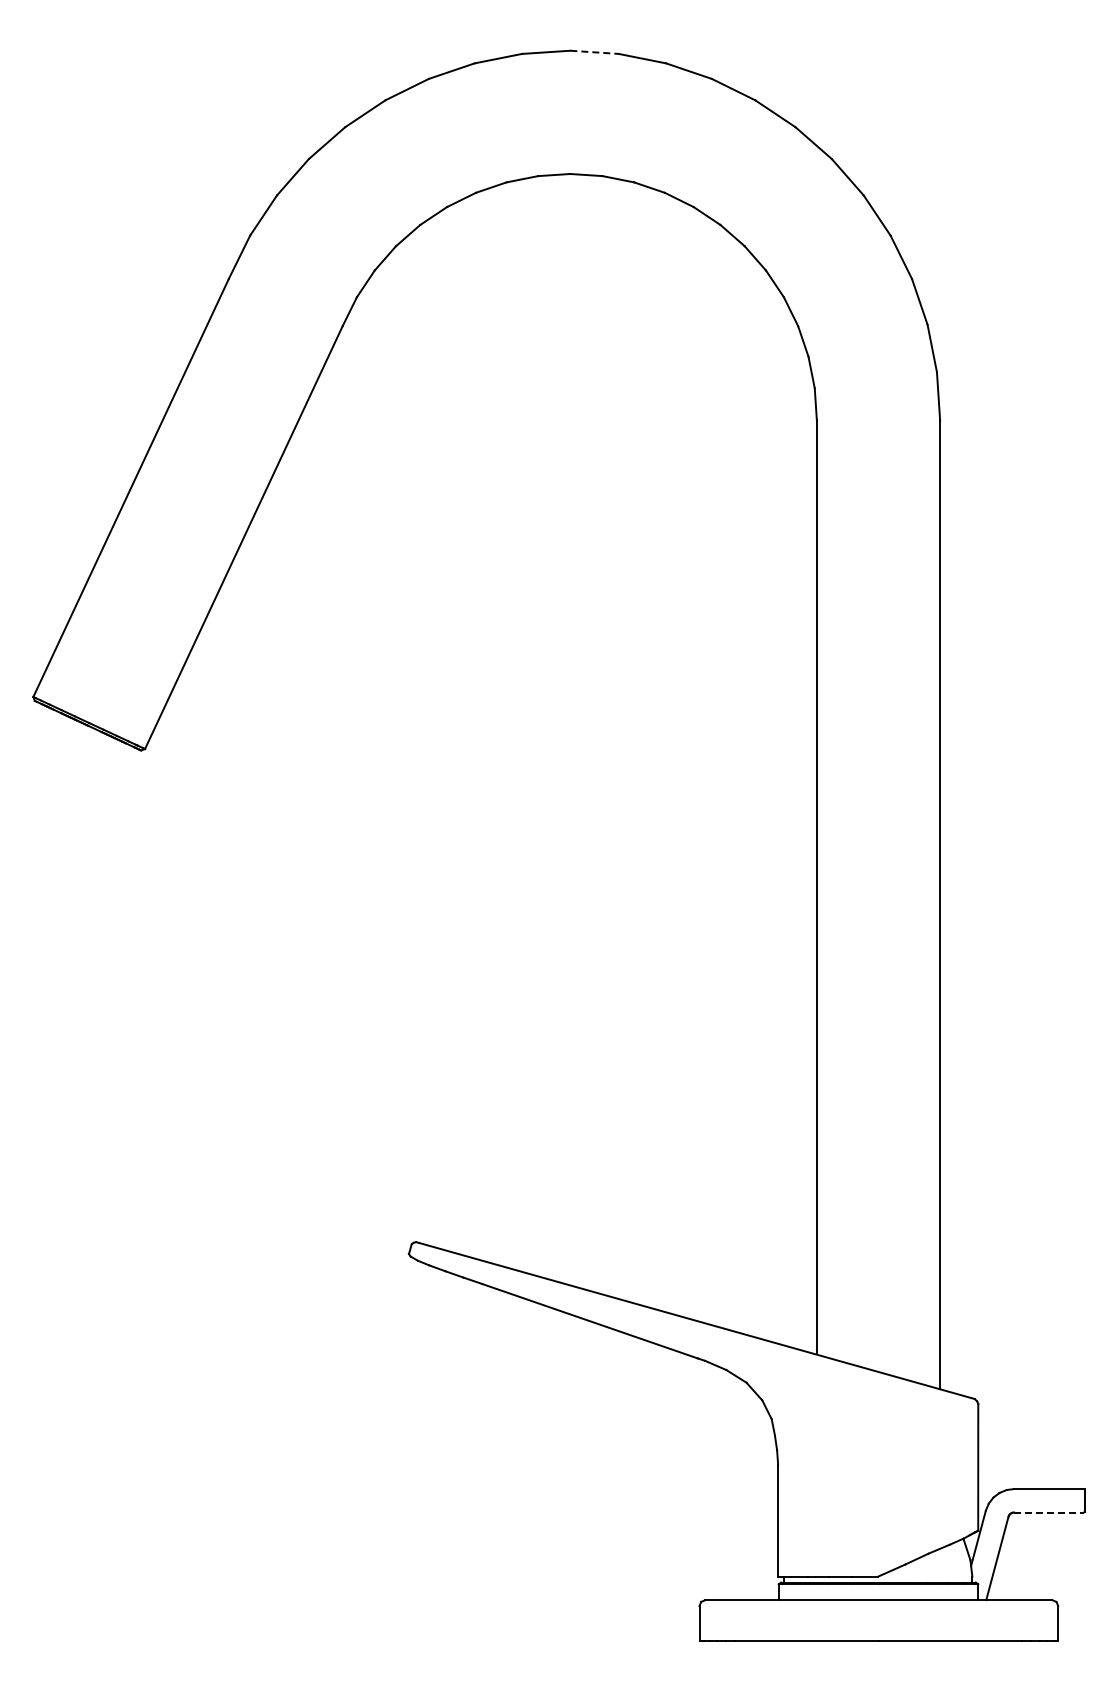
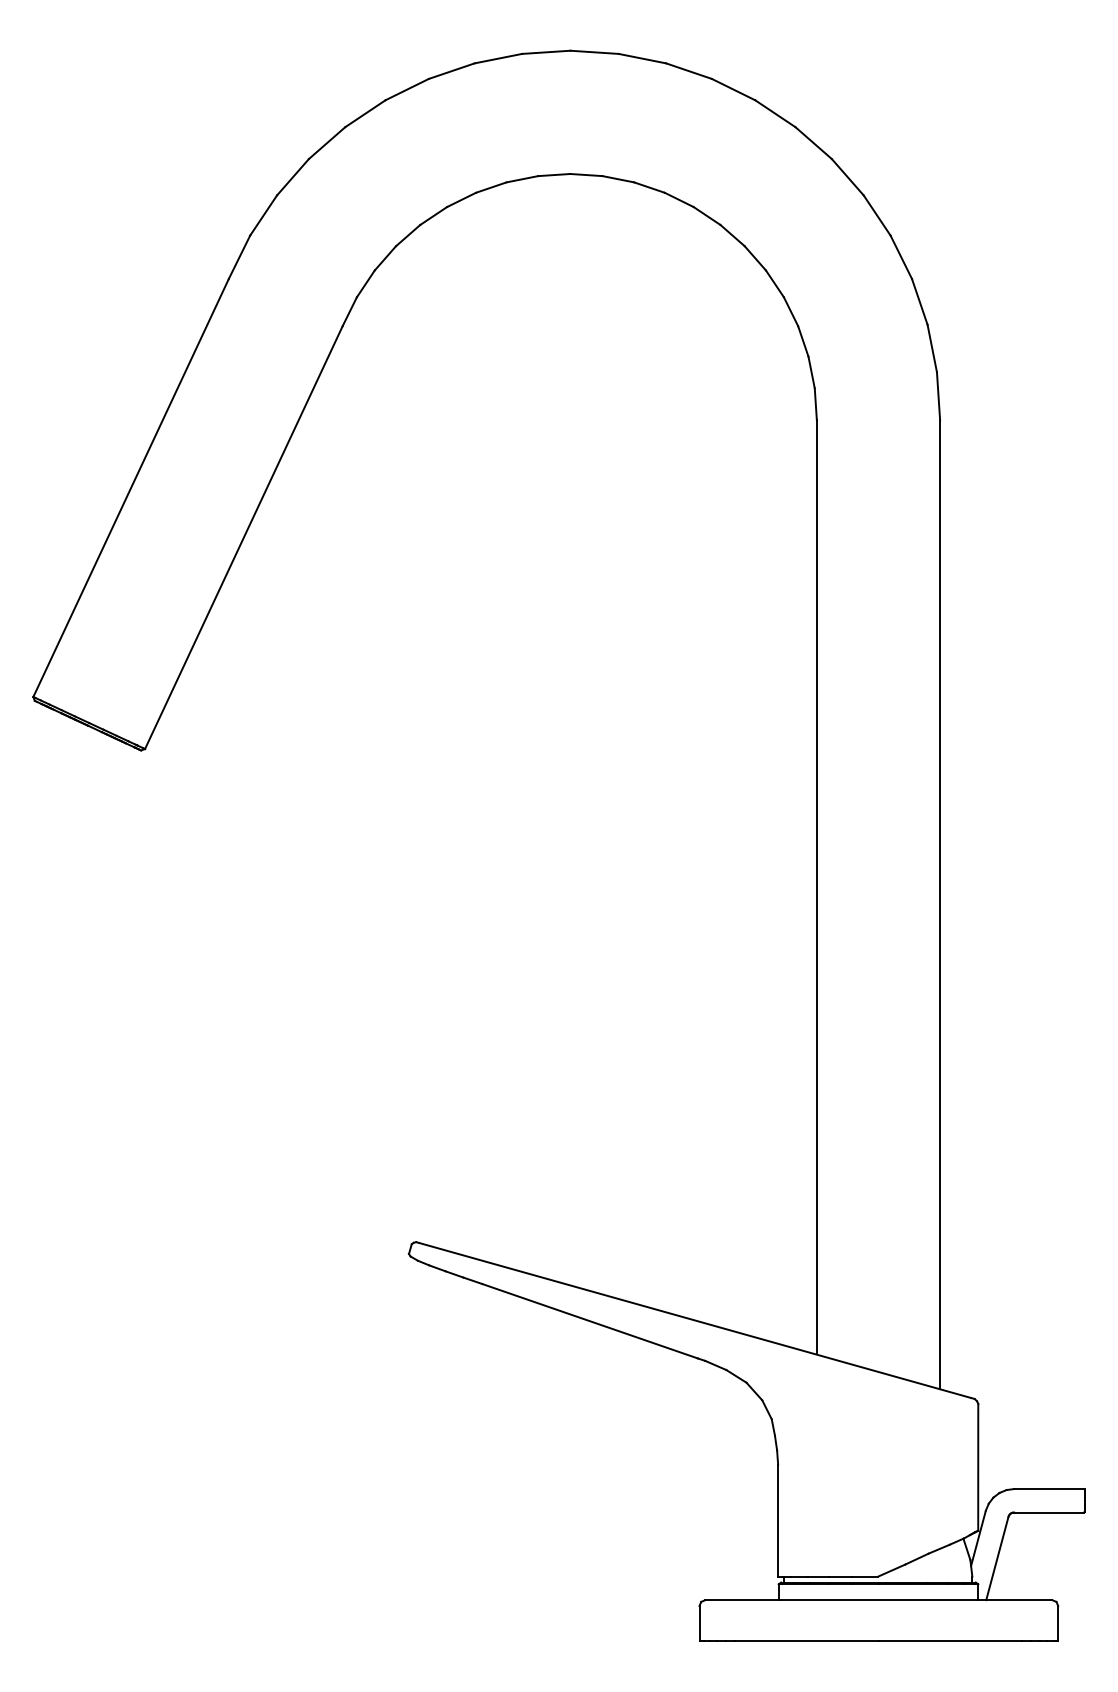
line at (595, 52): dashed -> solid
line at (1049, 1512): dashed -> solid
